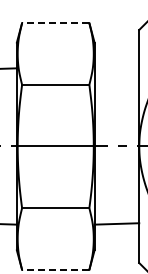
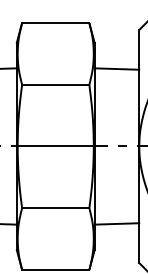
line at (55, 23): dashed -> solid
line at (116, 68): none -> present
line at (55, 269): dashed -> solid
